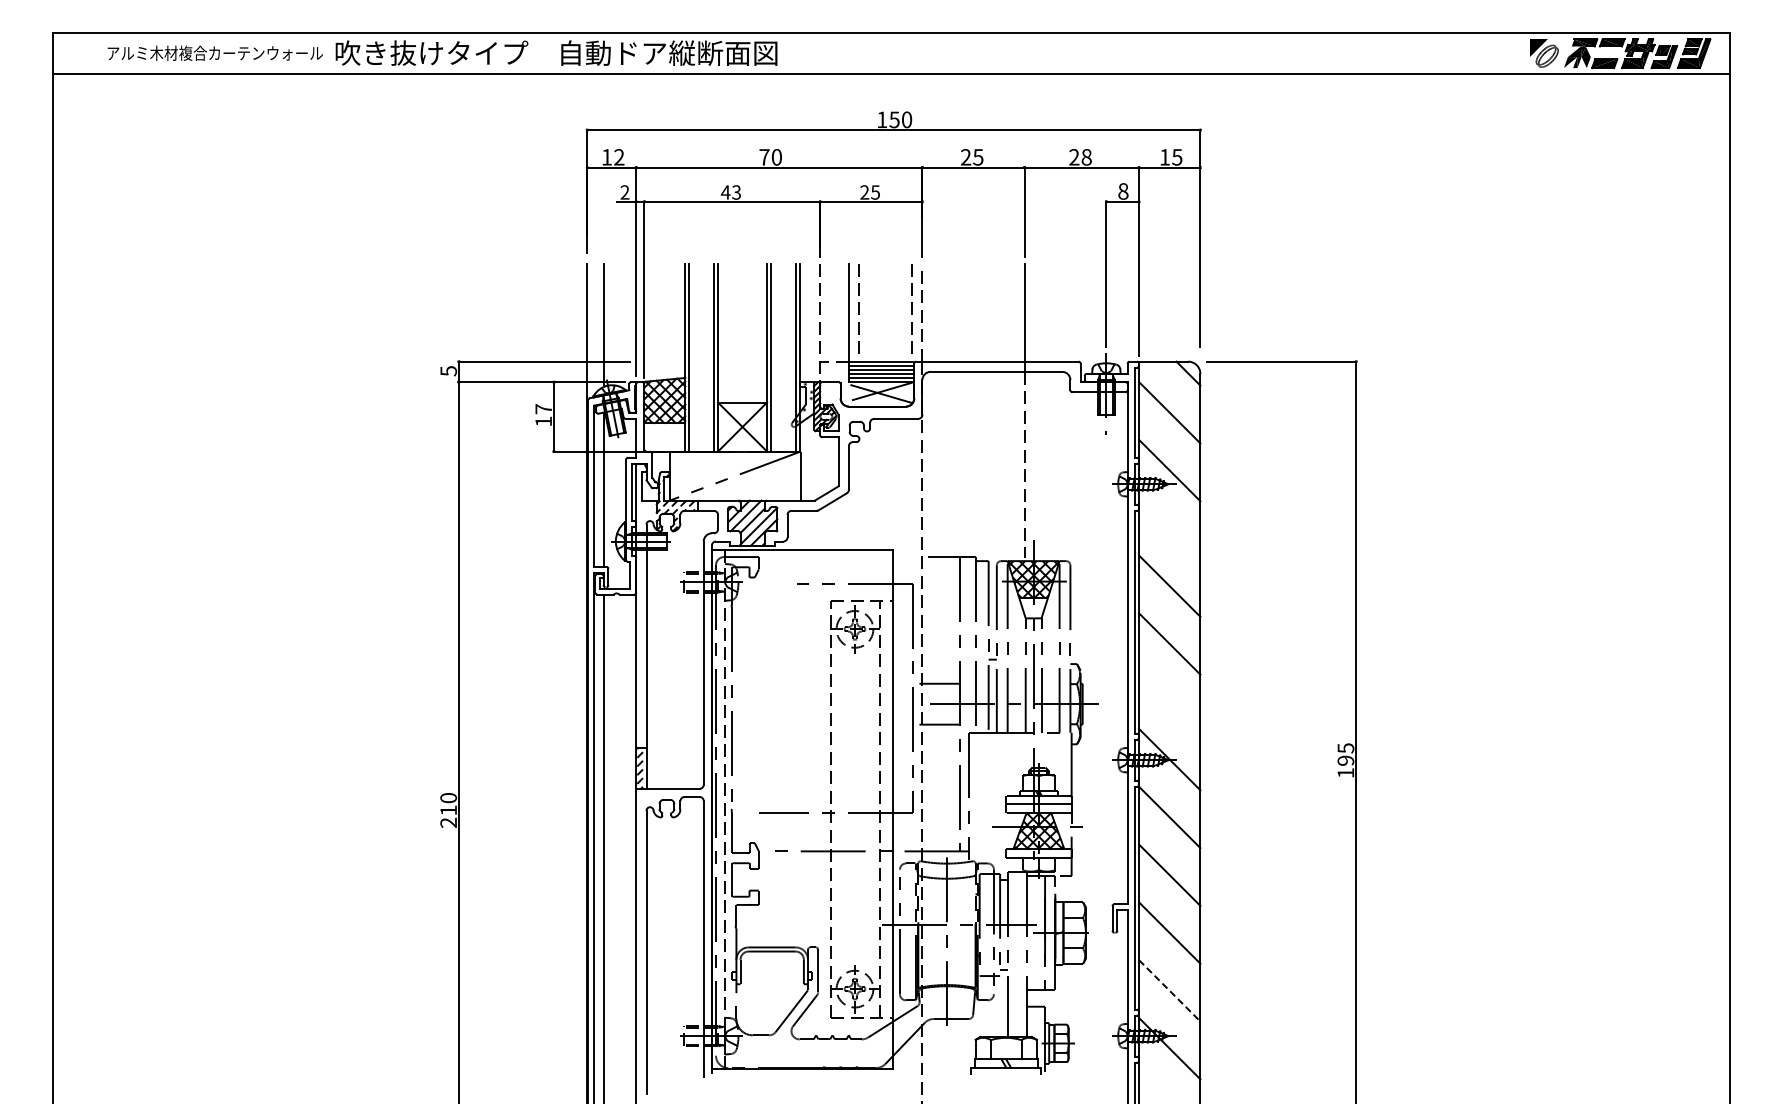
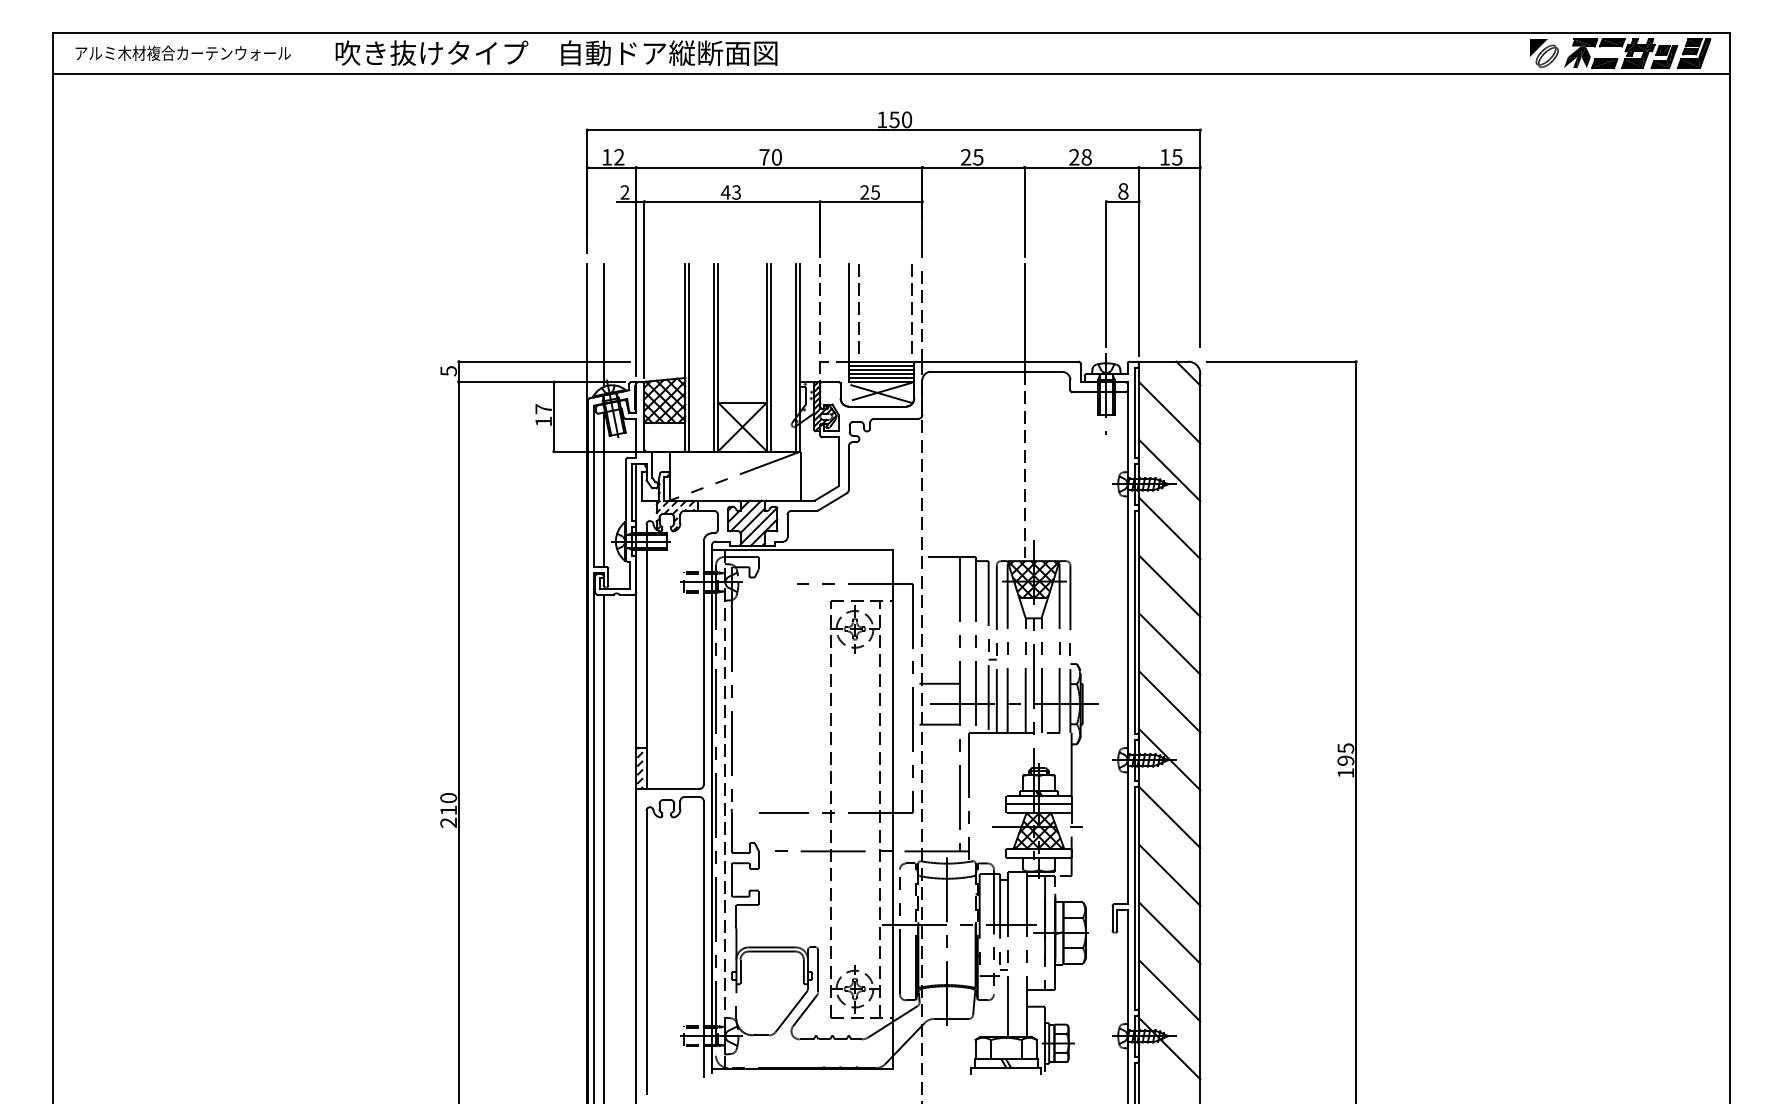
text at (214, 52) position: (214, 52) -> (182, 52)
line at (1169, 528): none -> present
line at (1169, 701): none -> present
line at (1170, 991): dashed -> solid
